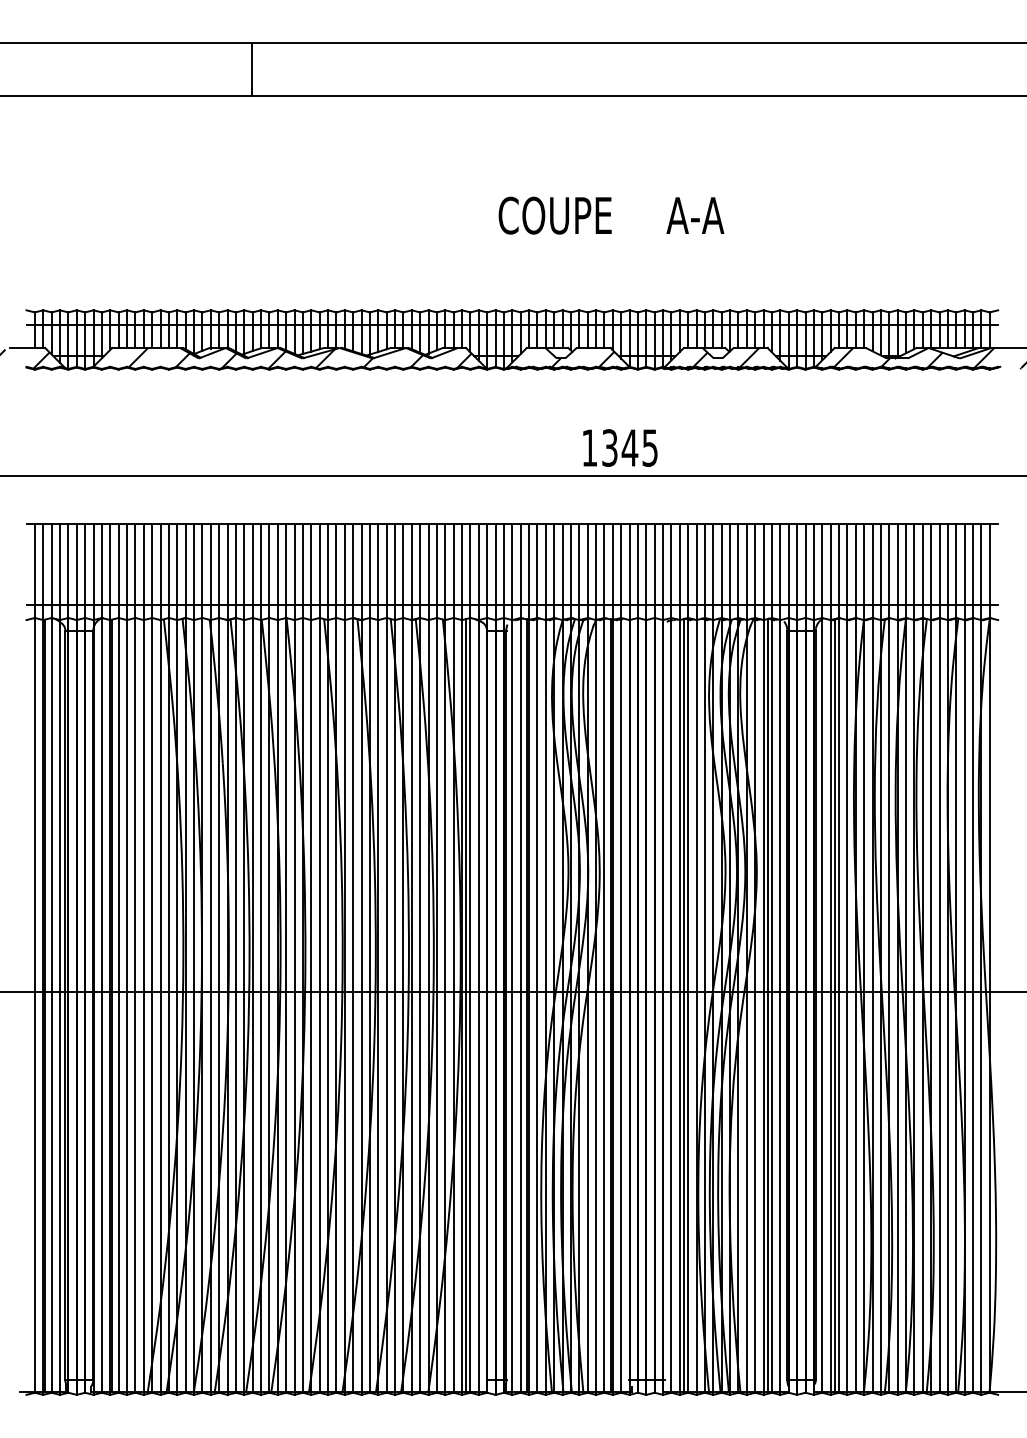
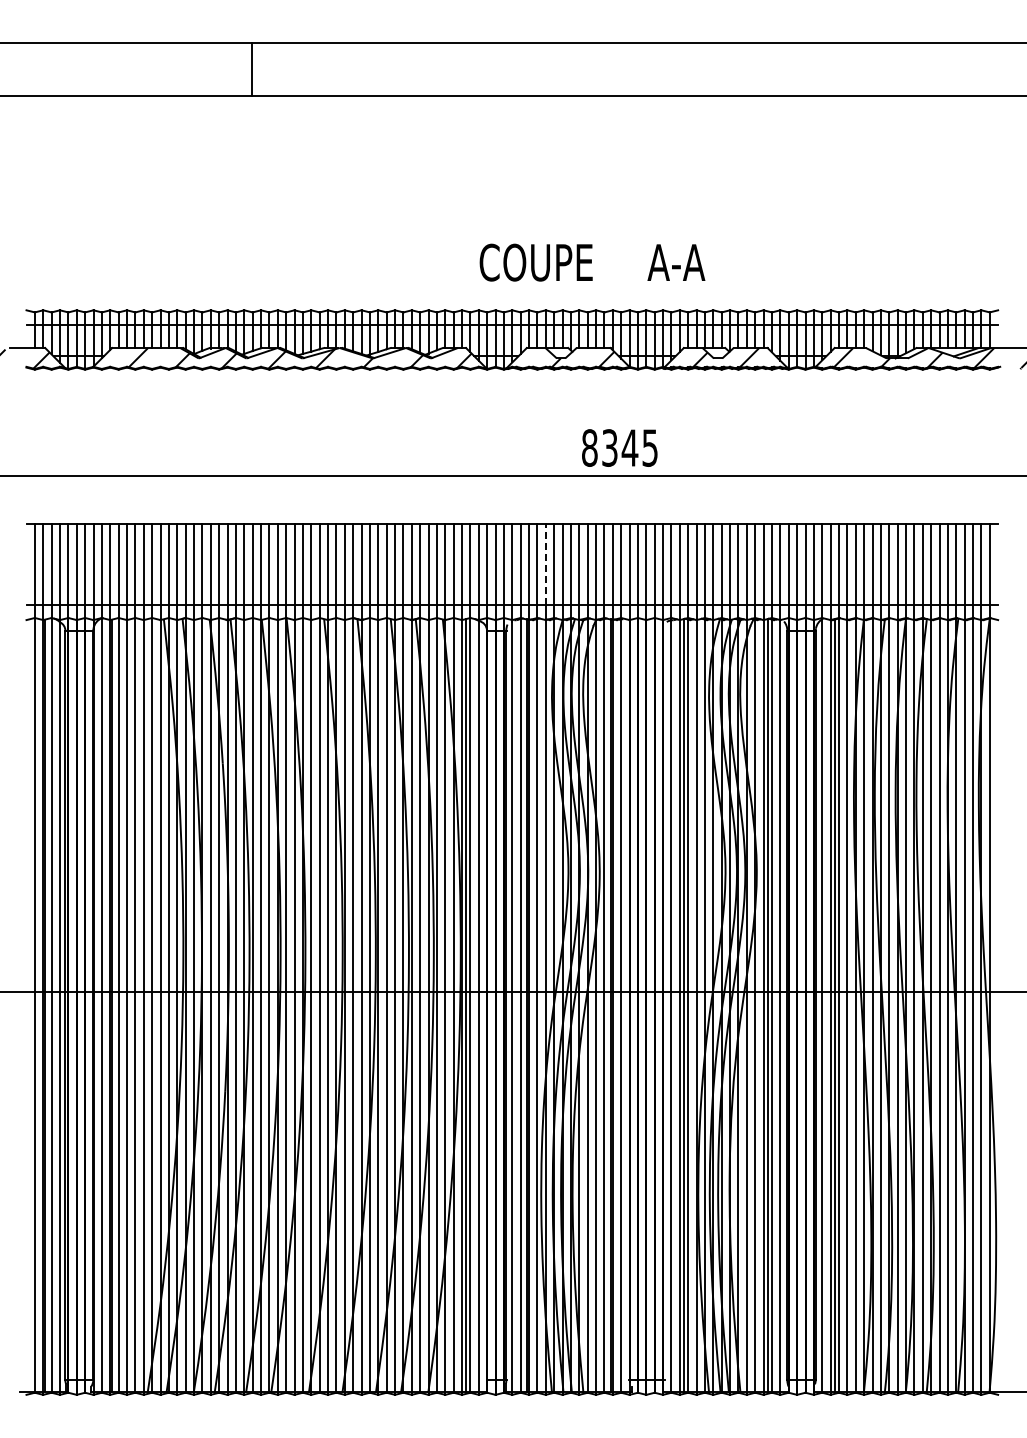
text at (611, 215) position: (611, 215) -> (592, 262)
text at (589, 447): 1345 -> 8345
line at (545, 564): solid -> dashed
